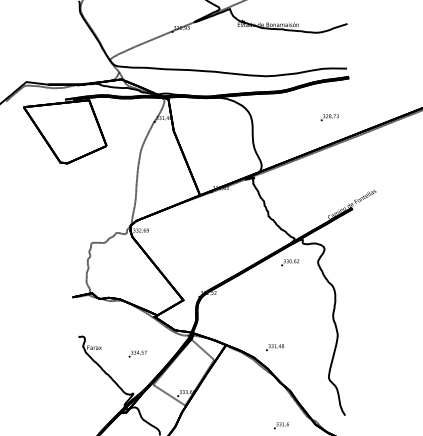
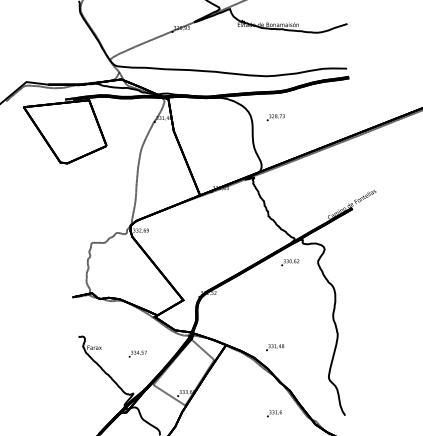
text at (329, 117) position: (329, 117) -> (275, 117)
text at (281, 425) position: (281, 425) -> (274, 413)
